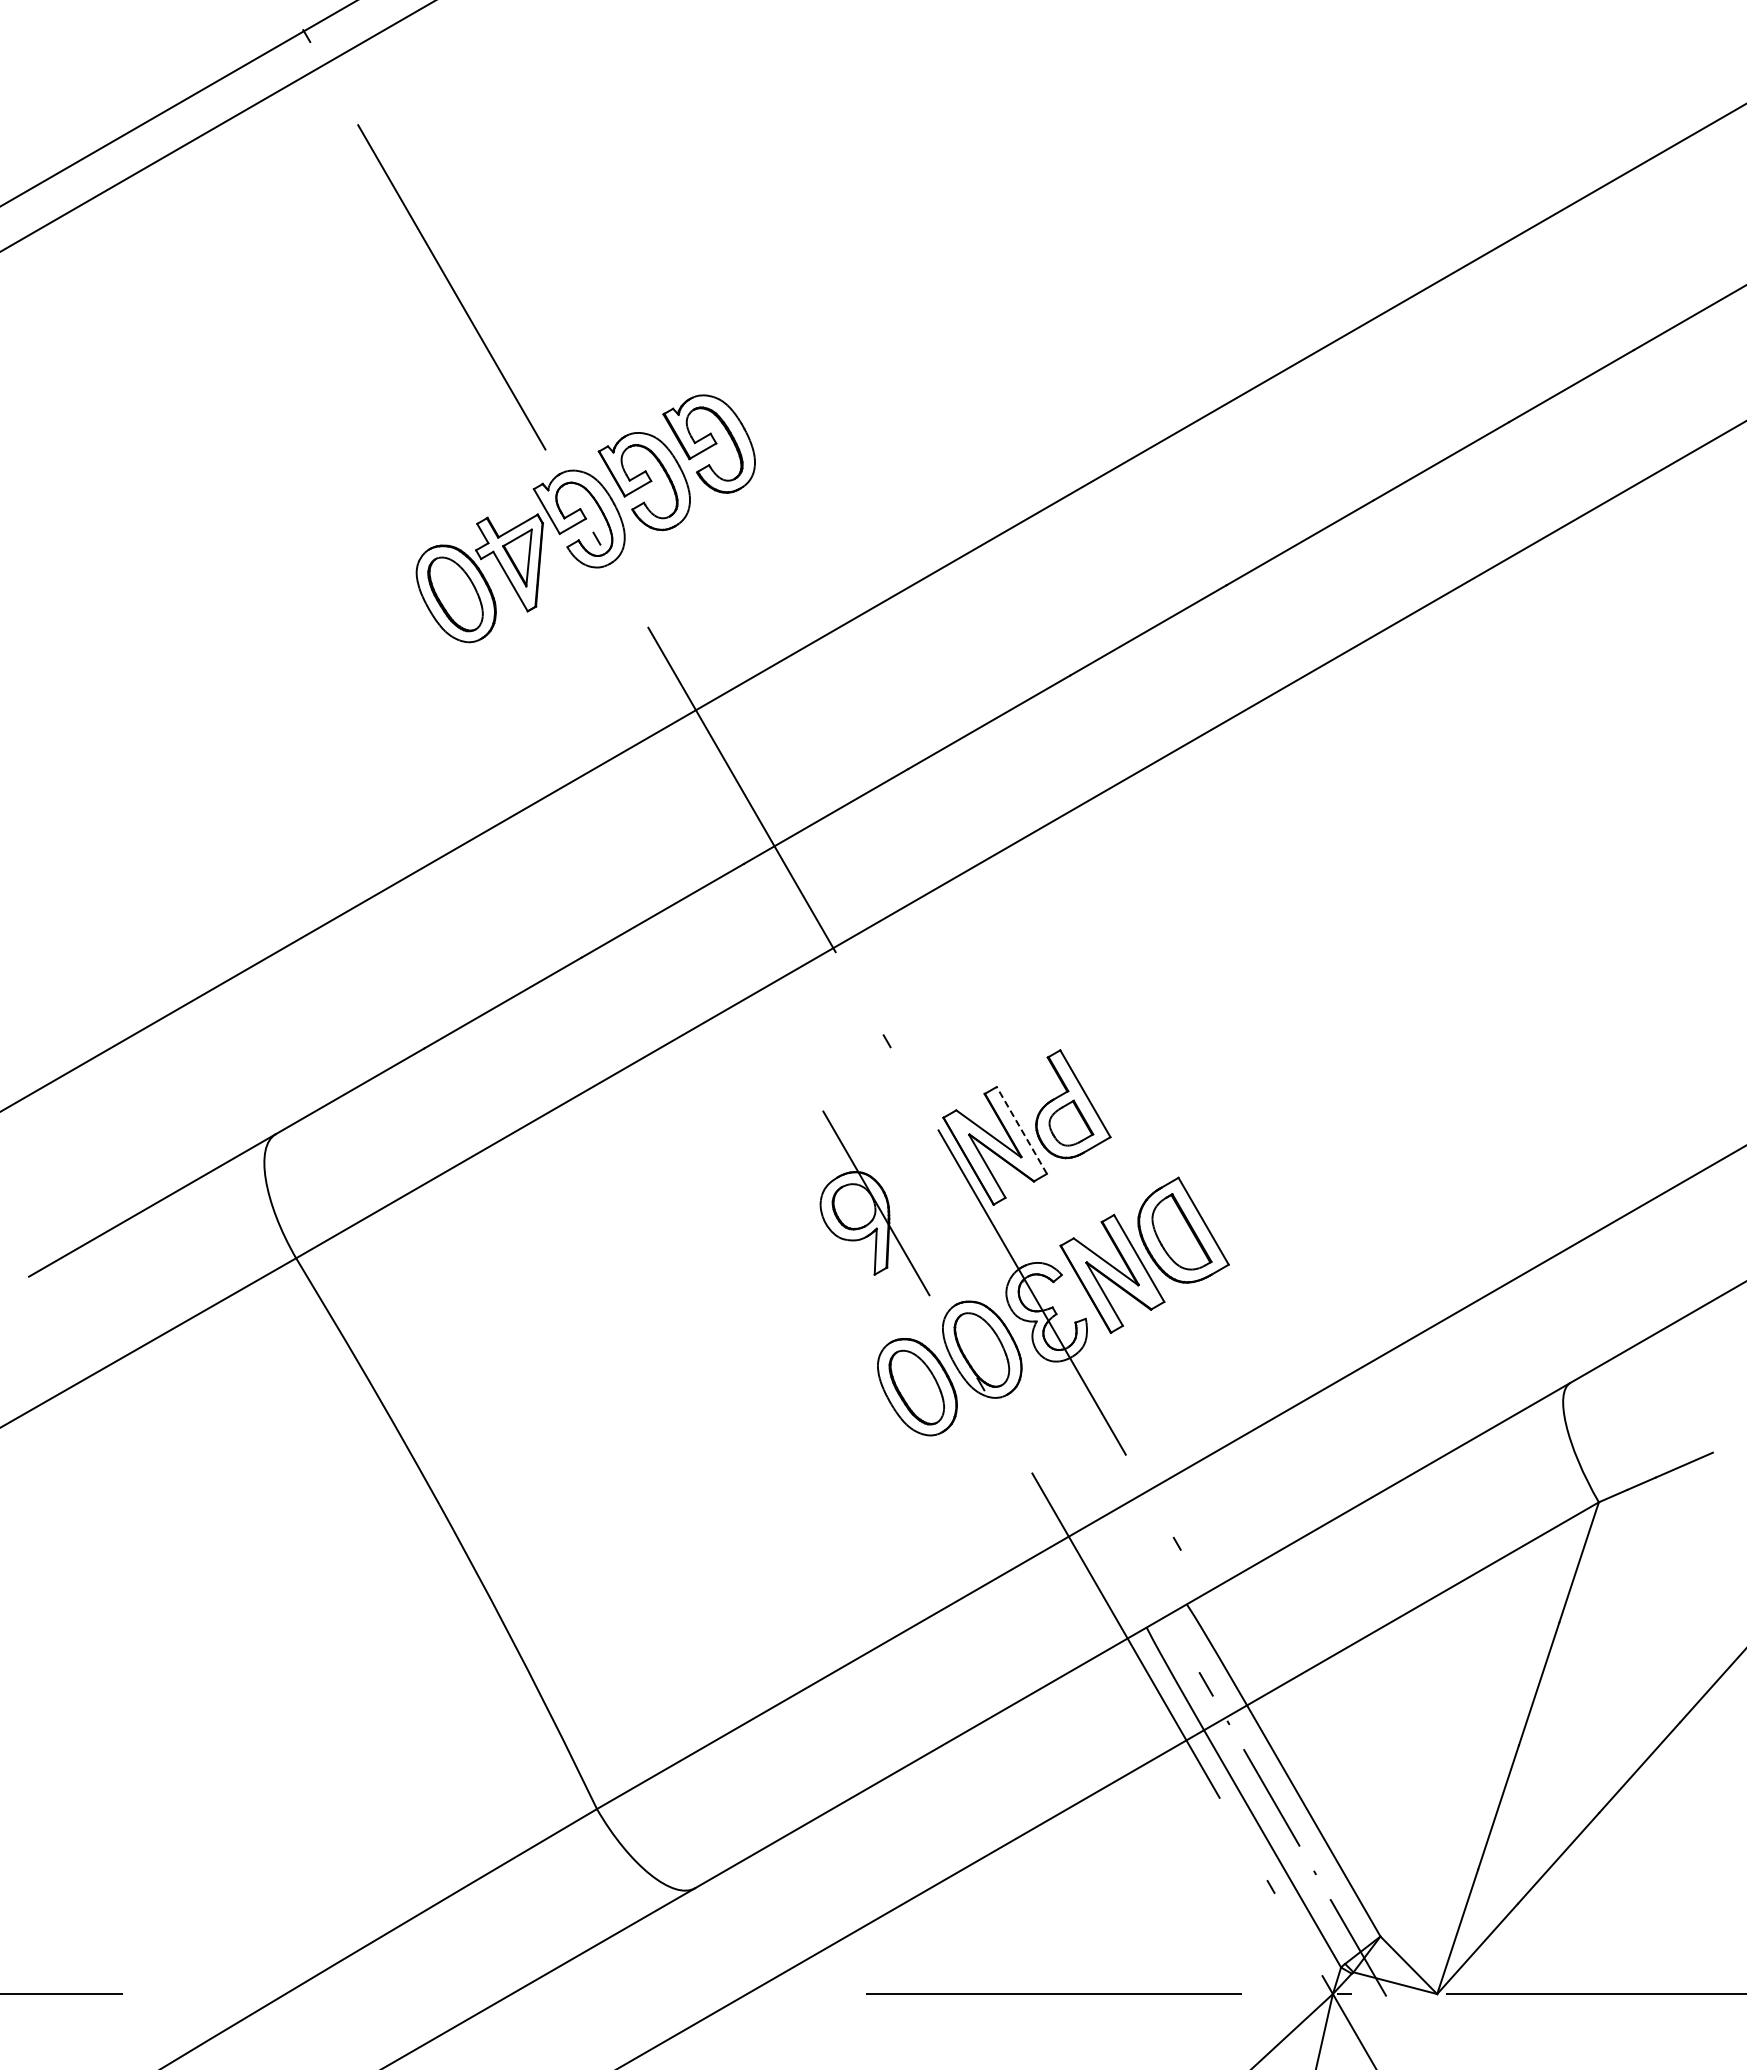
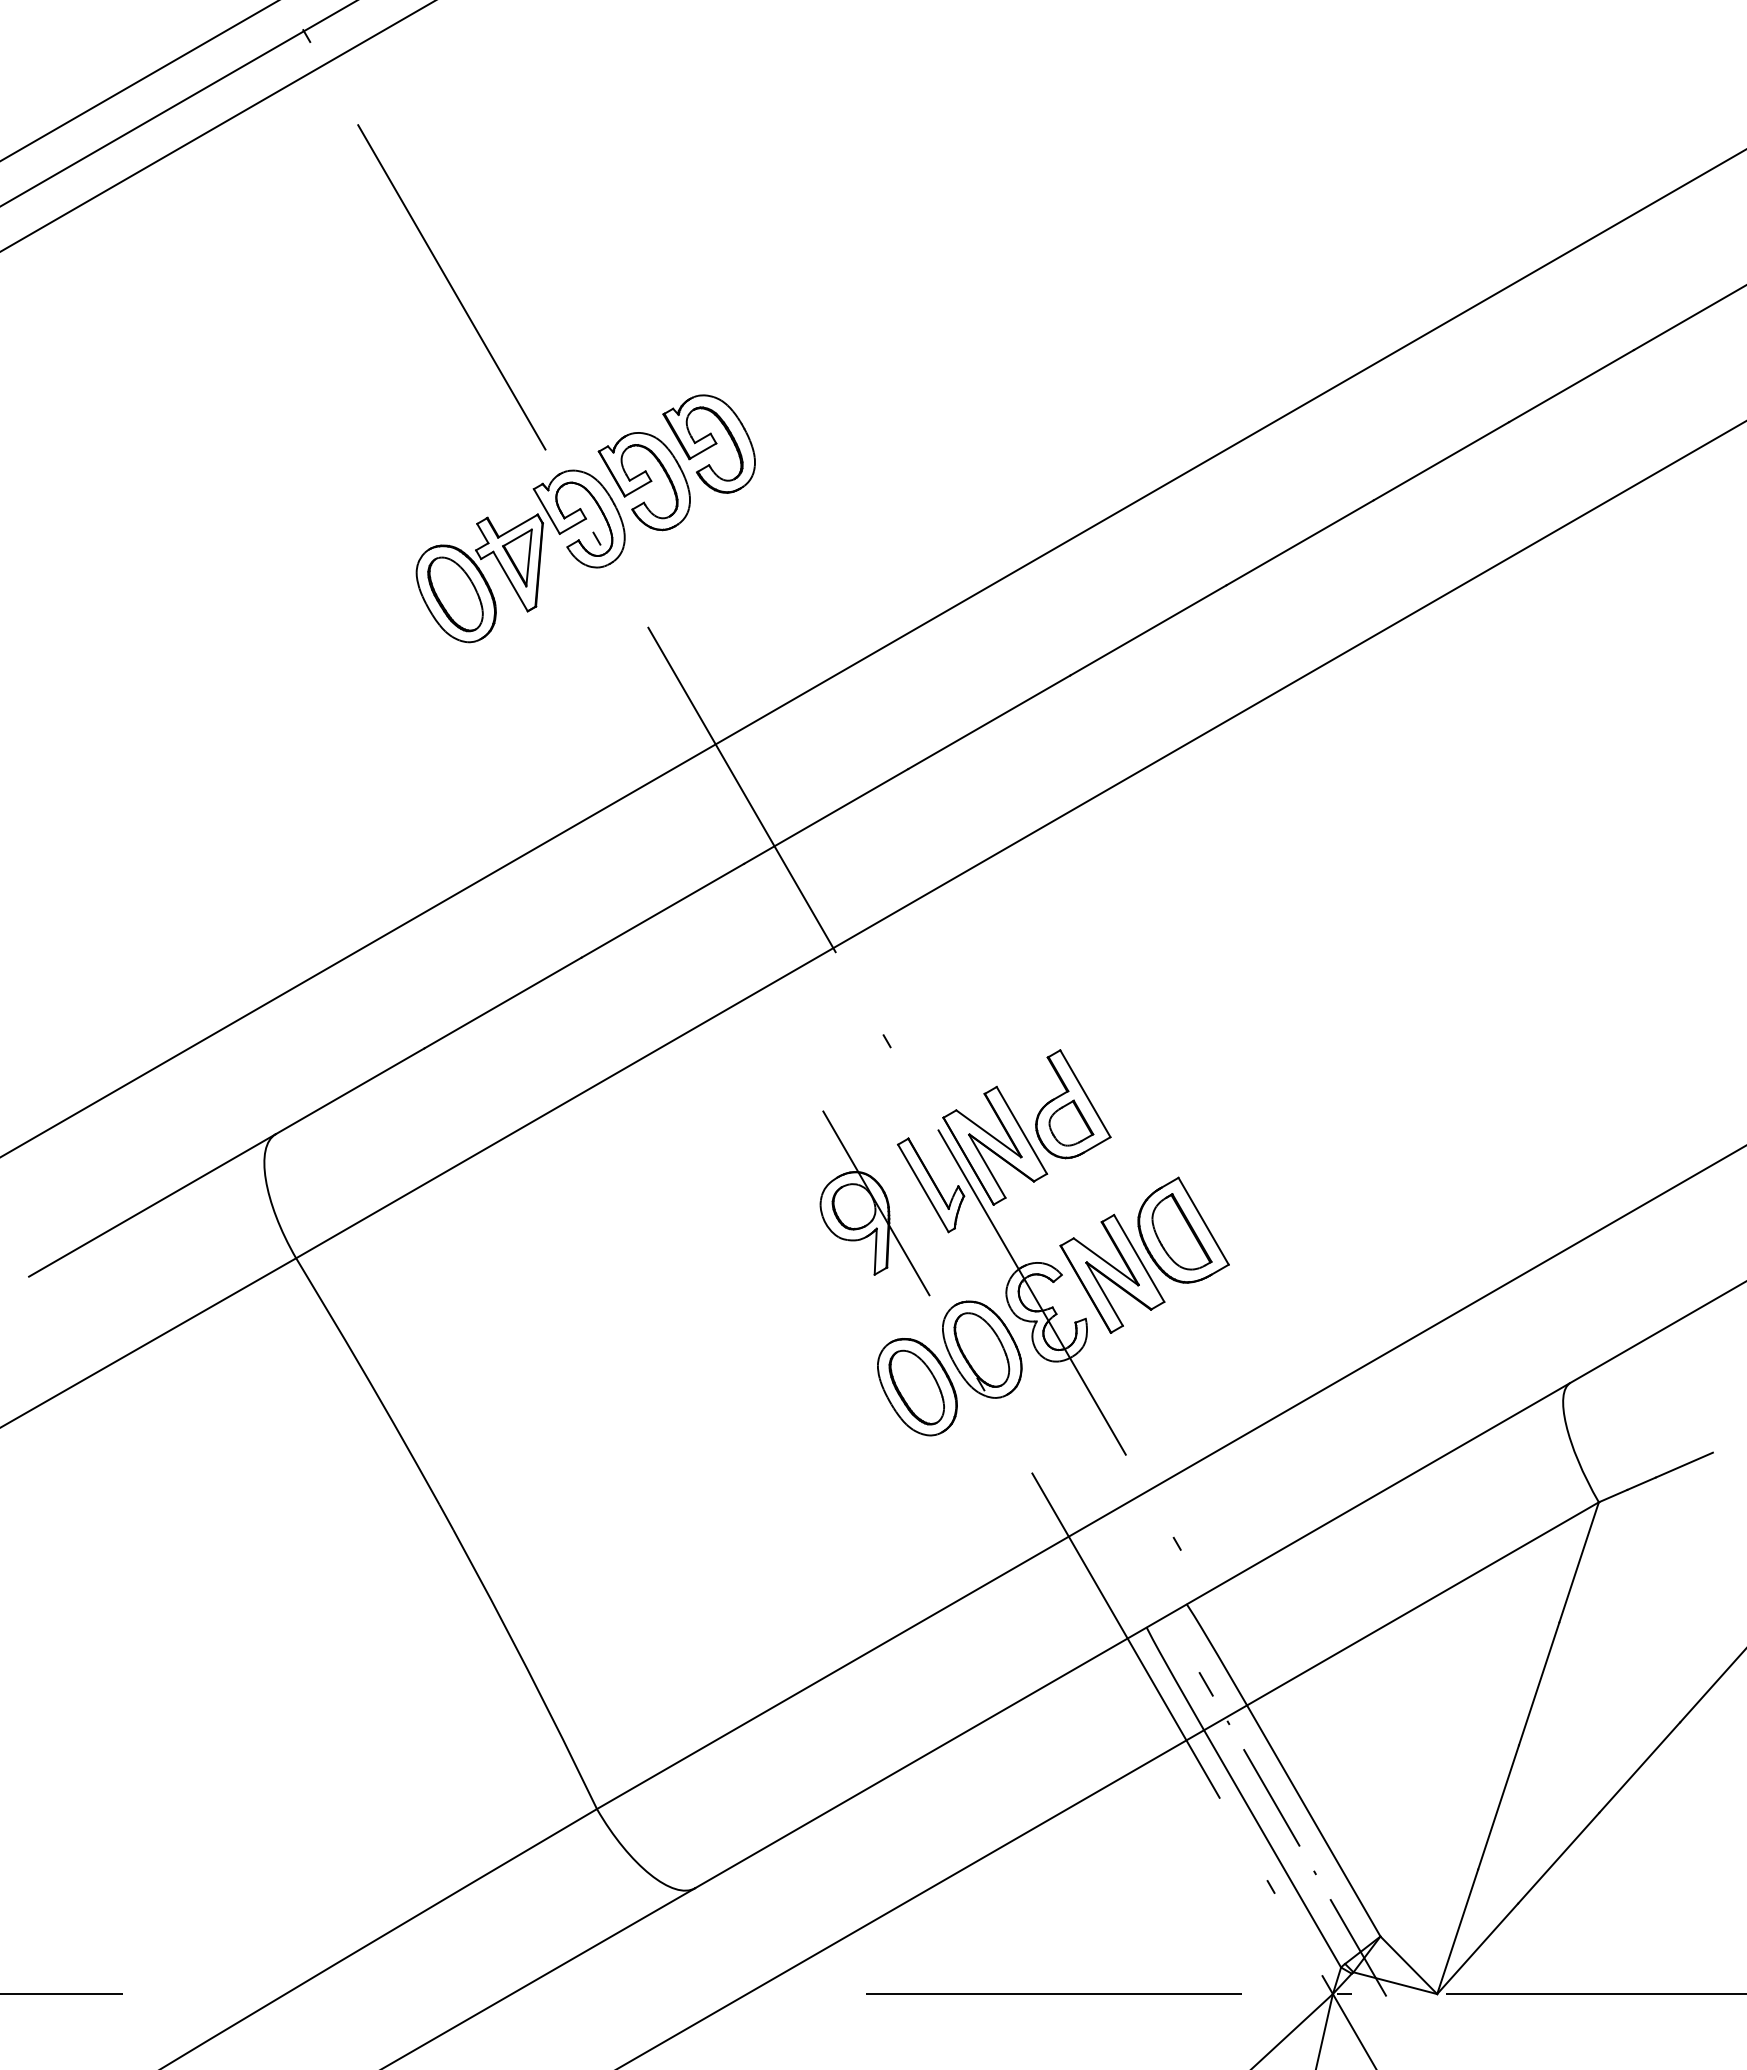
line at (138, 81): none -> present
line at (872, 607) position: (872, 607) -> (872, 653)
line at (1021, 1130): dashed -> solid
part at (931, 1185): none -> present
